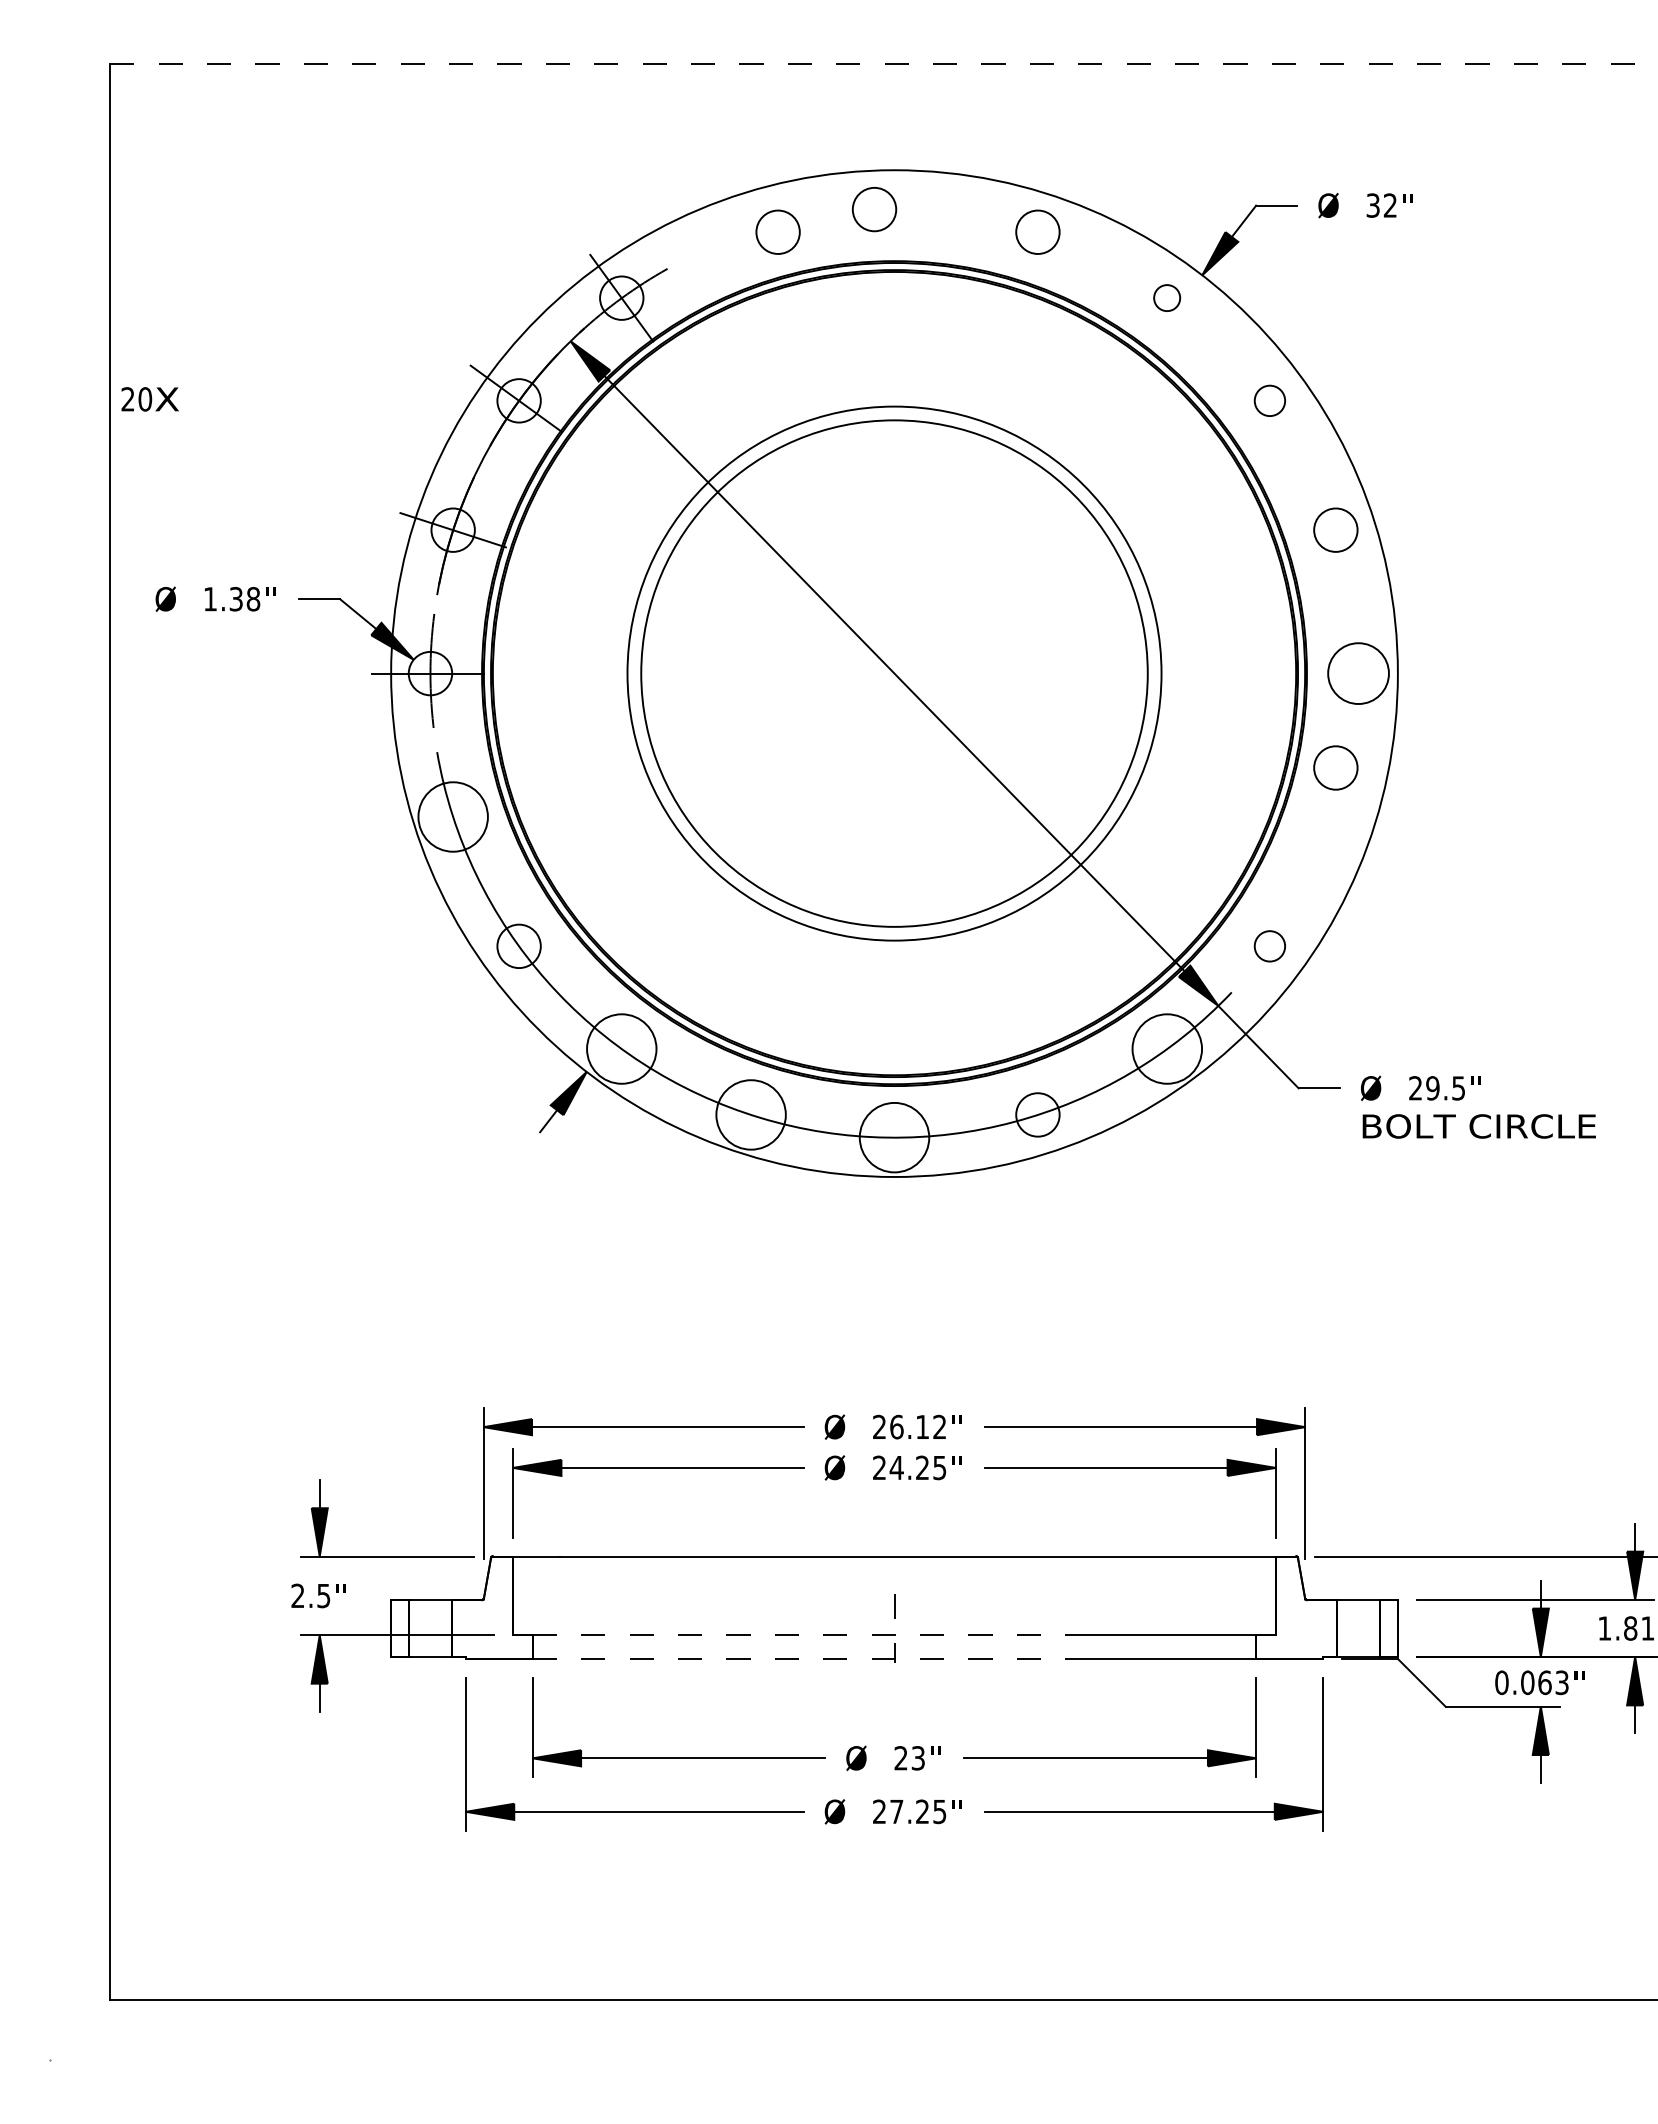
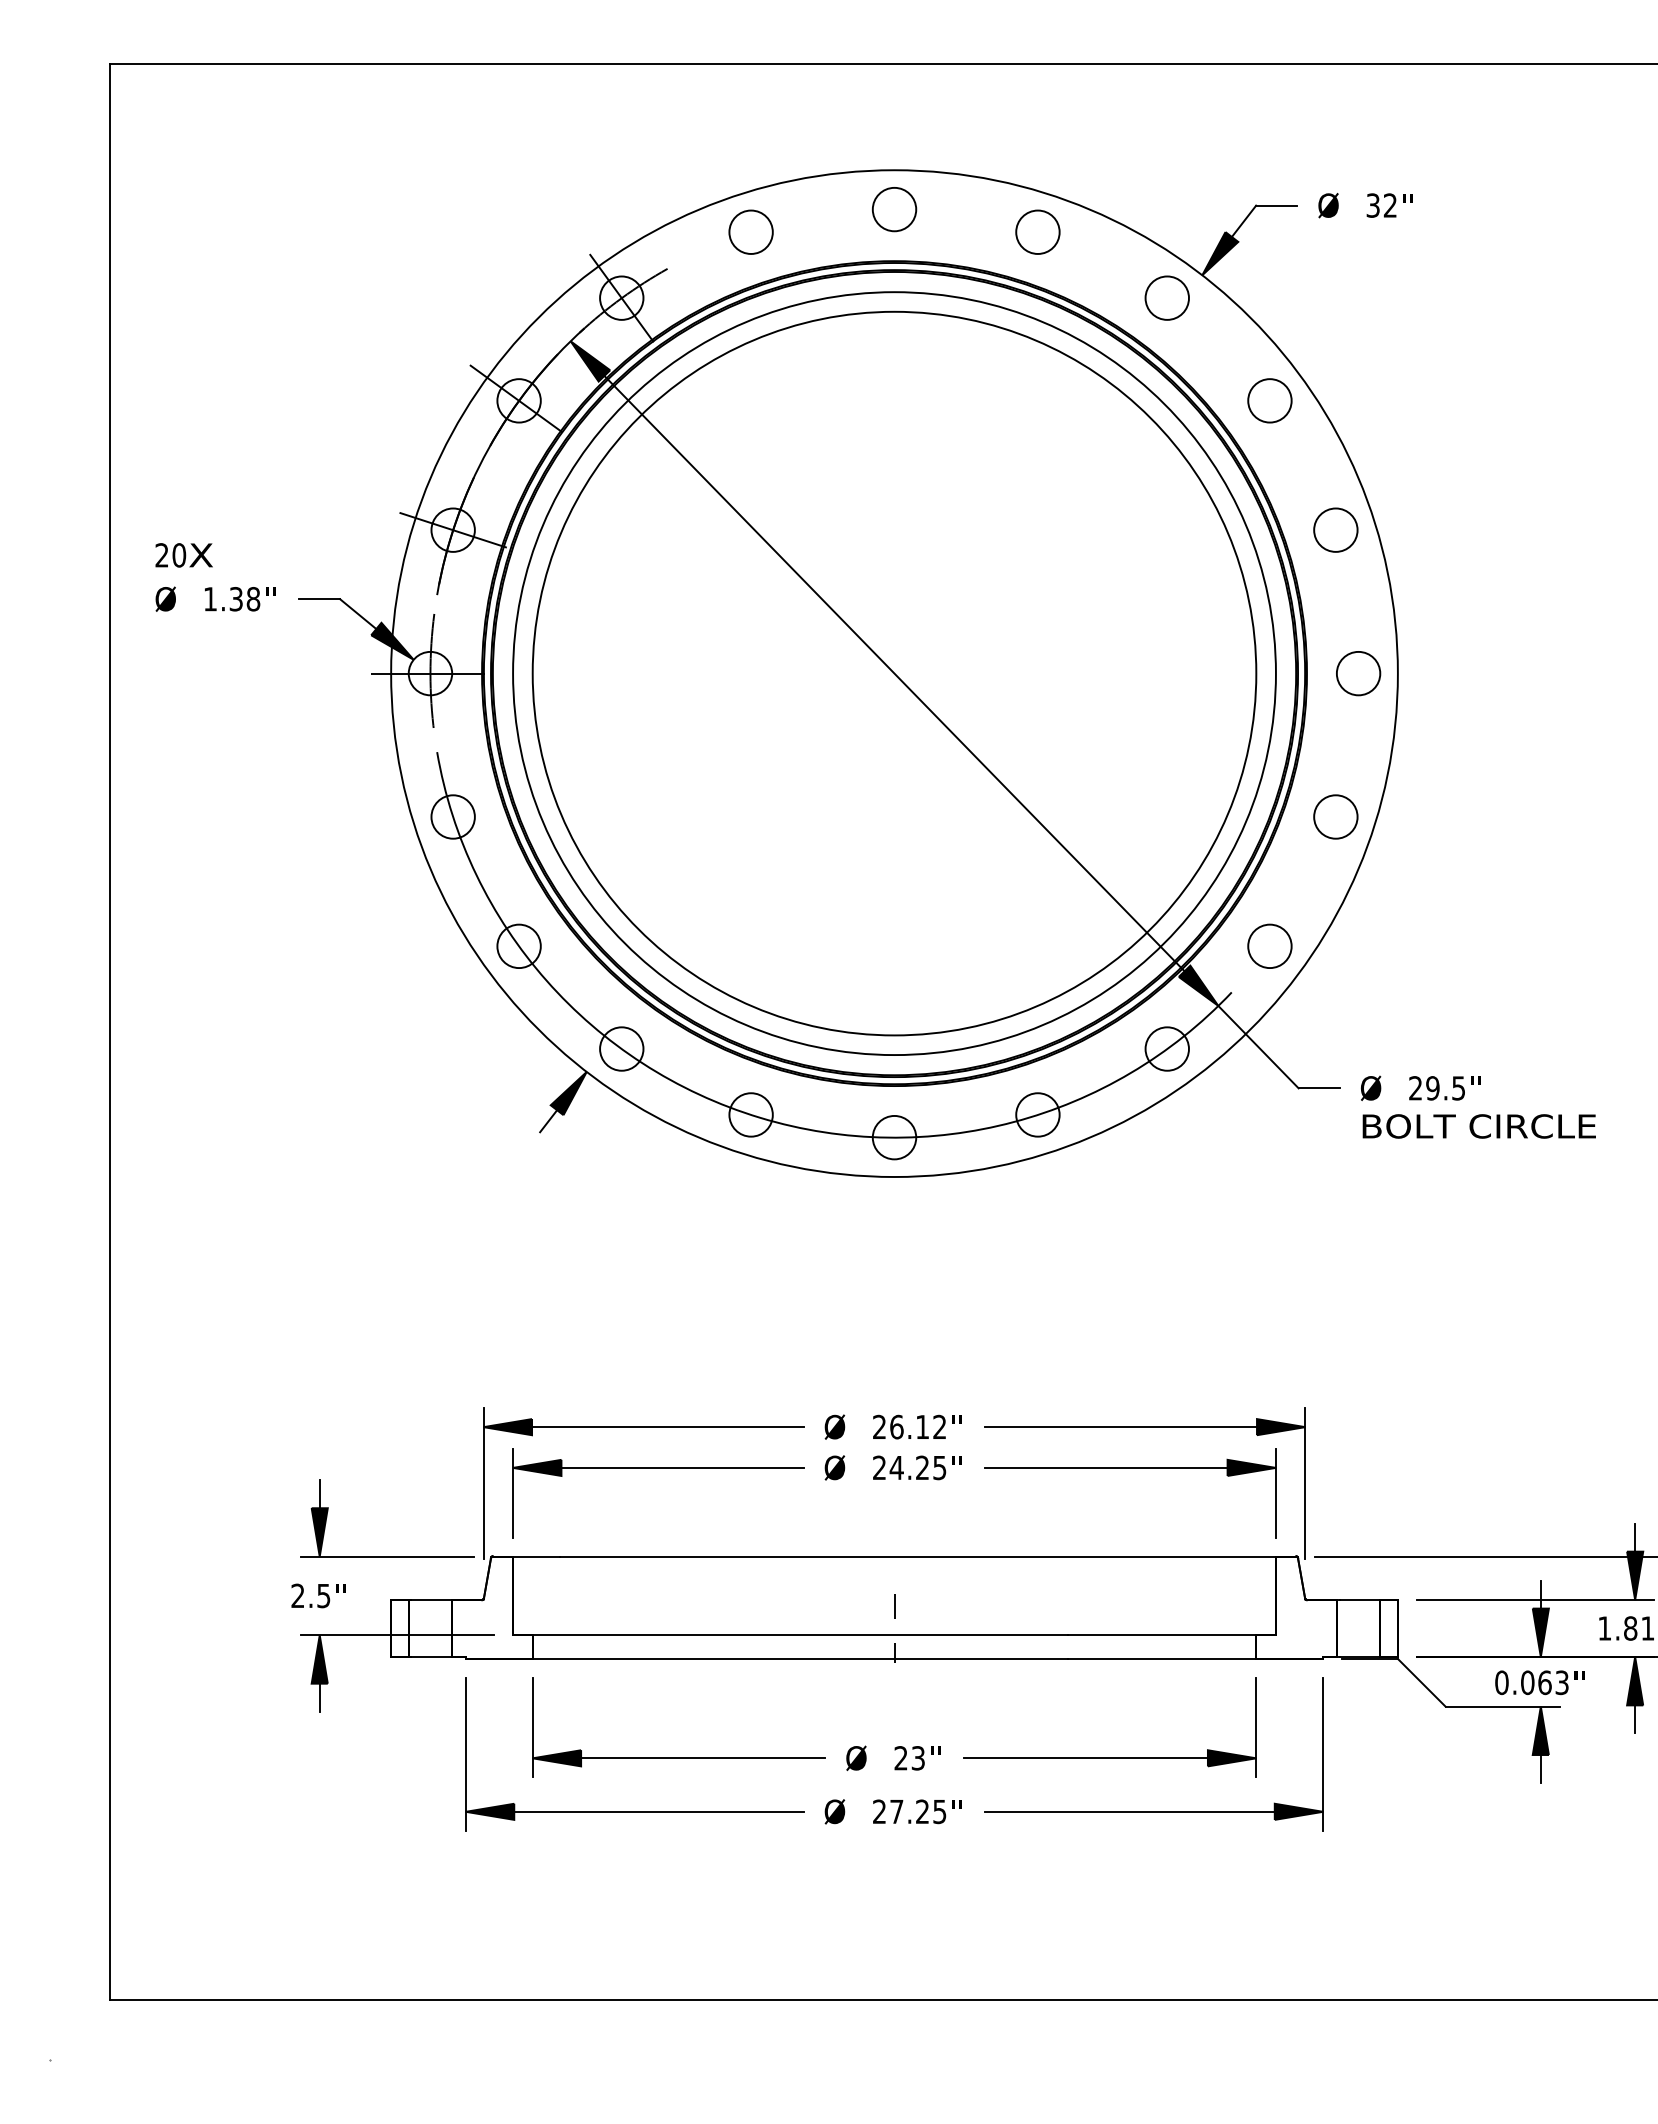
line at (883, 63): dashed -> solid
circle at (874, 209) position: (874, 209) -> (894, 209)
circle at (777, 231) position: (777, 231) -> (750, 231)
circle at (1167, 297) size: 29x28 px -> 46x46 px
text at (149, 399) position: (149, 399) -> (183, 555)
circle at (1269, 400) size: 33x33 px -> 46x46 px
circle at (894, 673) diameter: 507 px -> 724 px
circle at (894, 673) diameter: 534 px -> 763 px
circle at (1358, 673) diameter: 61 px -> 43 px
circle at (1335, 767) position: (1335, 767) -> (1335, 816)
circle at (452, 816) diameter: 69 px -> 43 px
circle at (1269, 946) diameter: 30 px -> 43 px
circle at (621, 1048) diameter: 69 px -> 43 px
circle at (1167, 1048) diameter: 69 px -> 43 px
circle at (750, 1114) diameter: 69 px -> 43 px
circle at (894, 1137) diameter: 69 px -> 43 px
line at (800, 1635): dashed -> solid
line at (800, 1658): dashed -> solid
